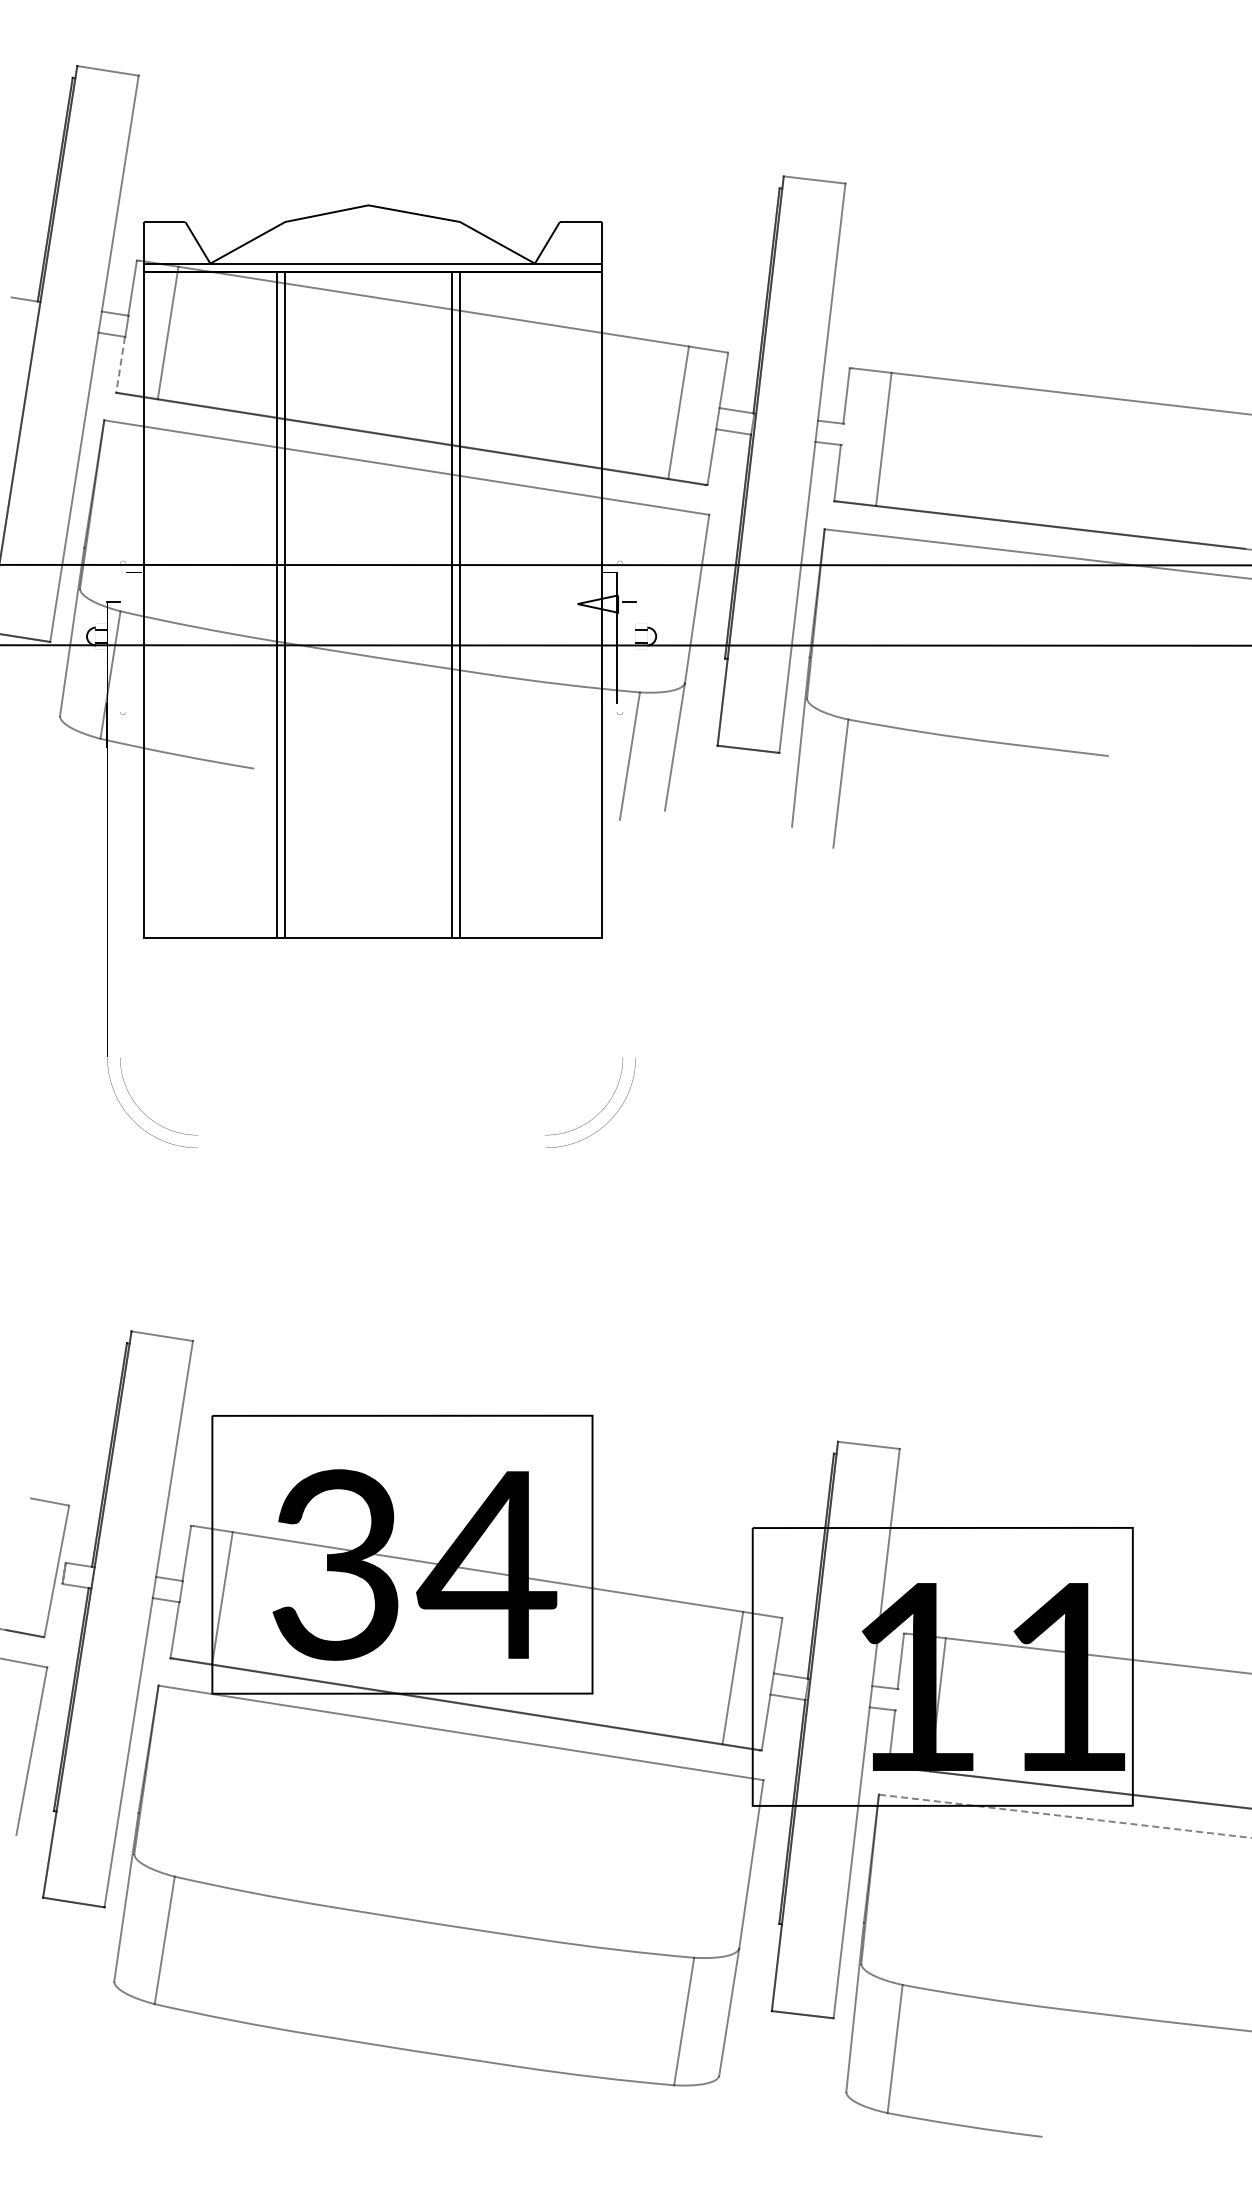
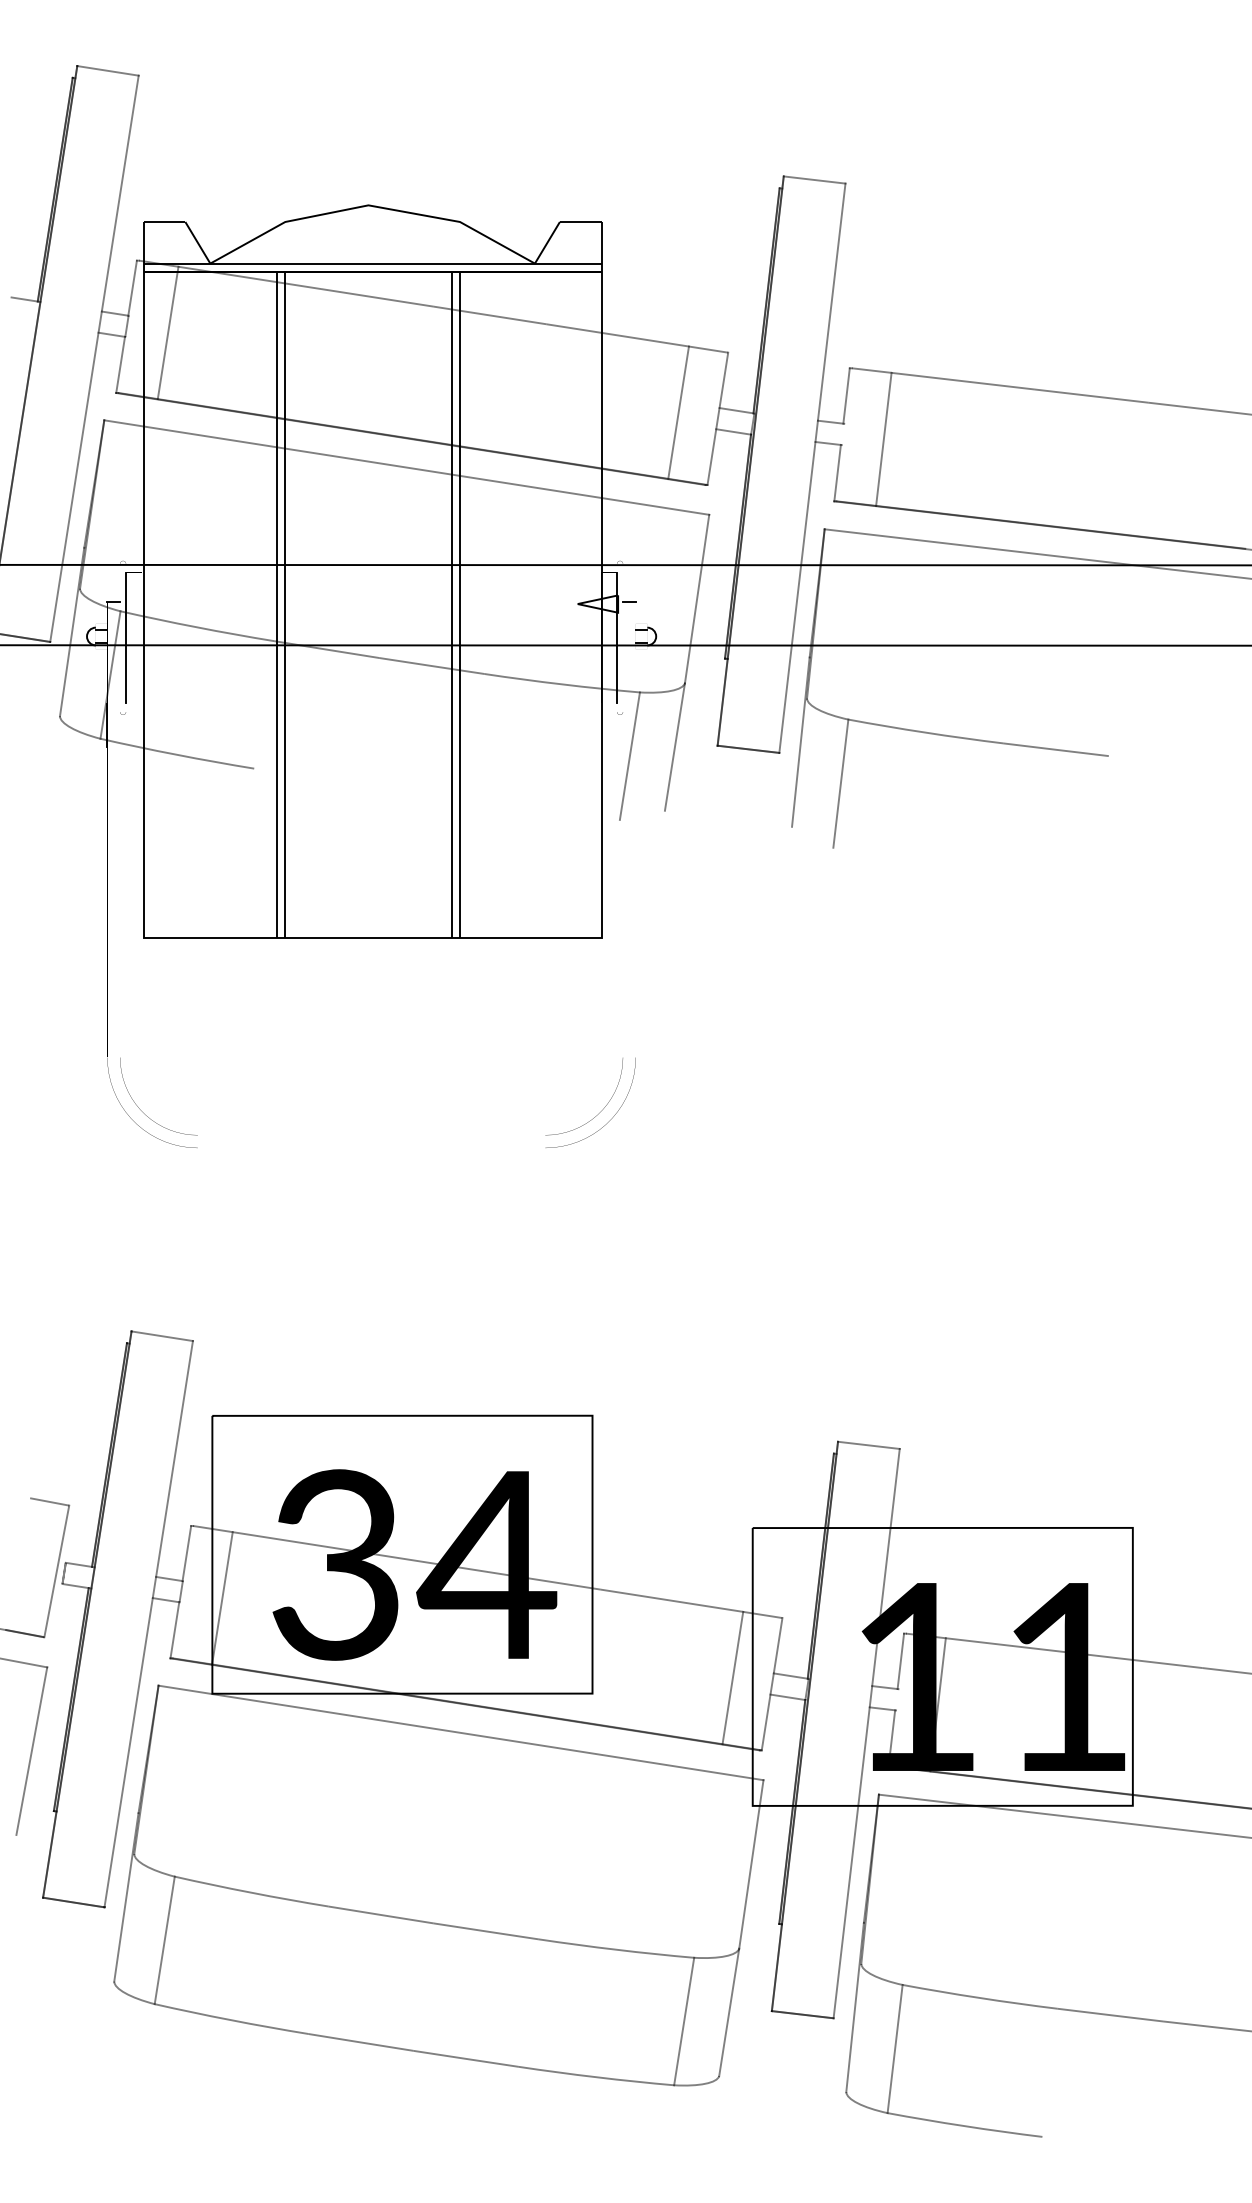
line at (120, 365): dashed -> solid
line at (126, 637): none -> present
line at (1065, 1816): dashed -> solid
